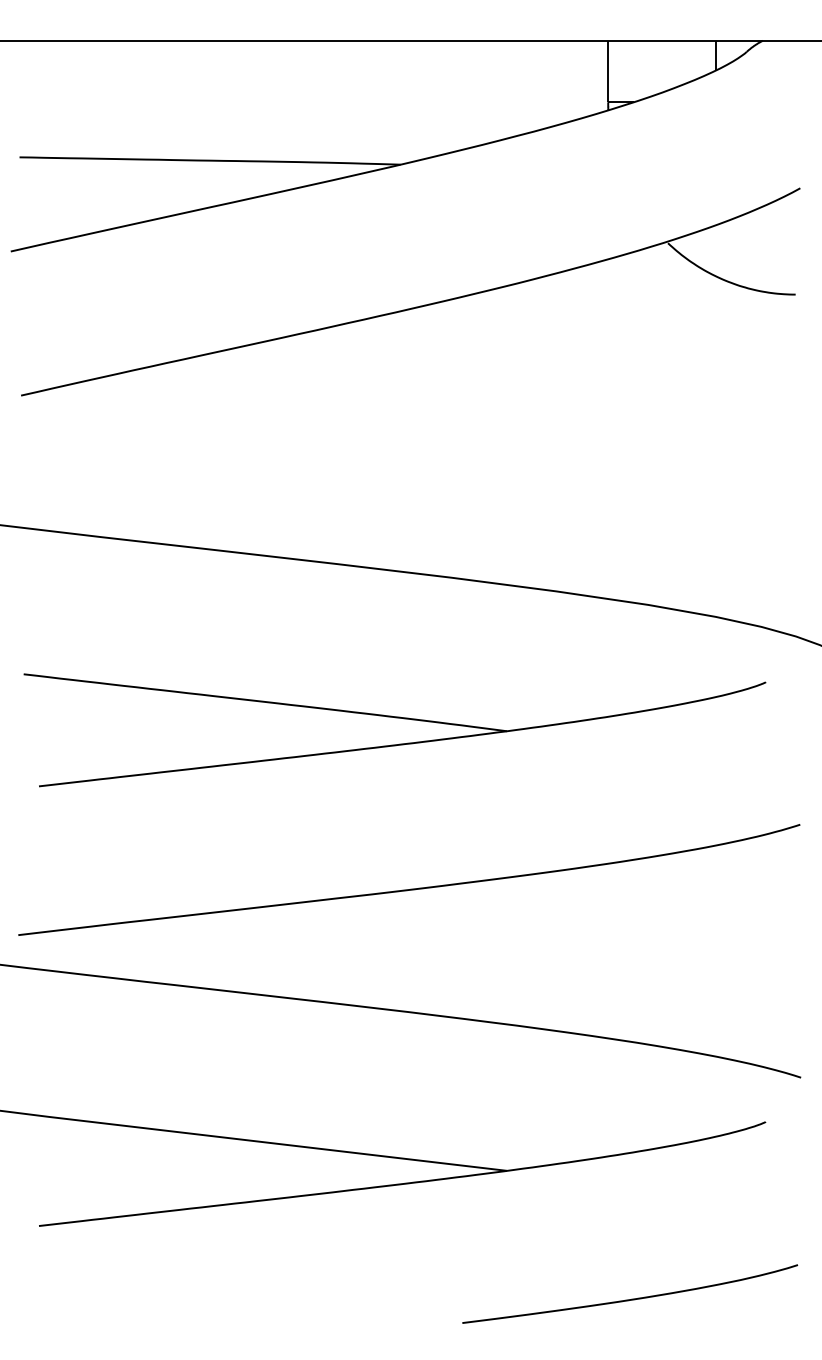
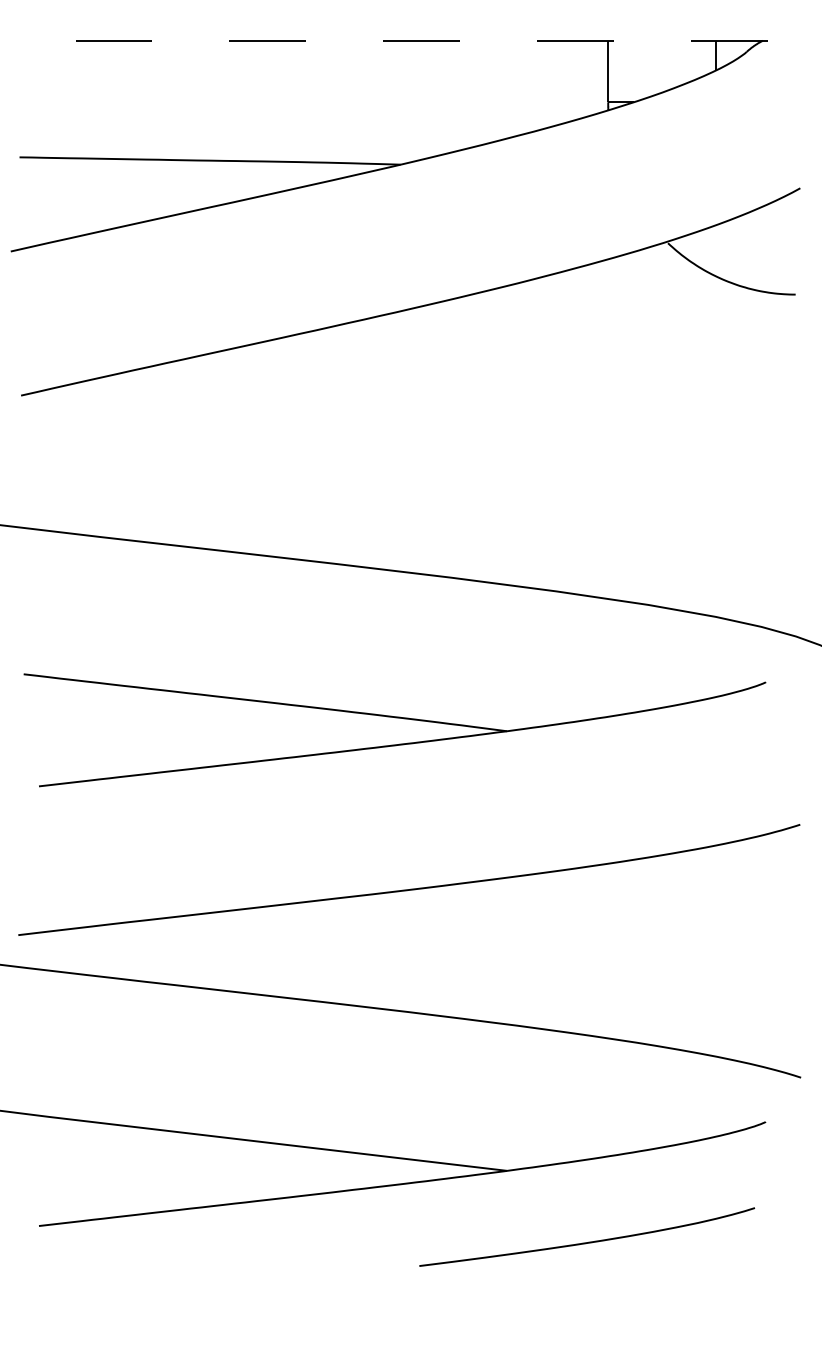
line at (411, 40): solid -> dashed
curve at (631, 1298) position: (631, 1298) -> (588, 1241)
